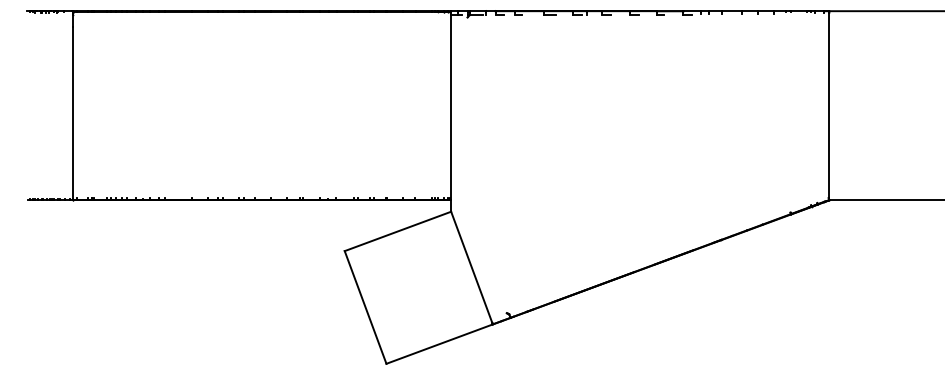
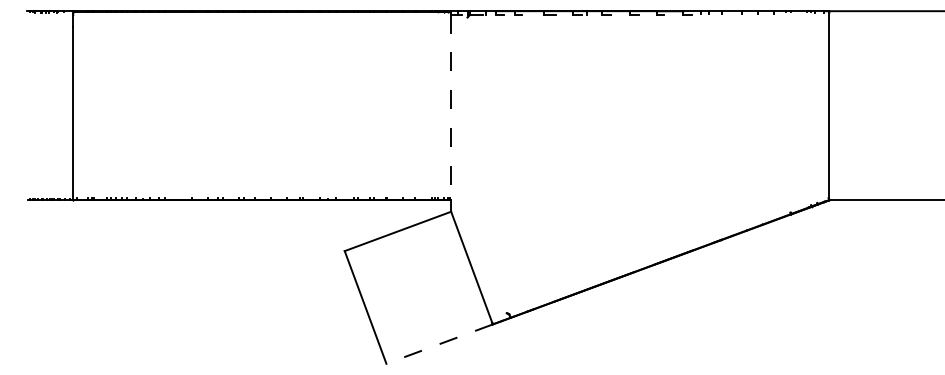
line at (451, 107): solid -> dashed
line at (439, 344): solid -> dashed
